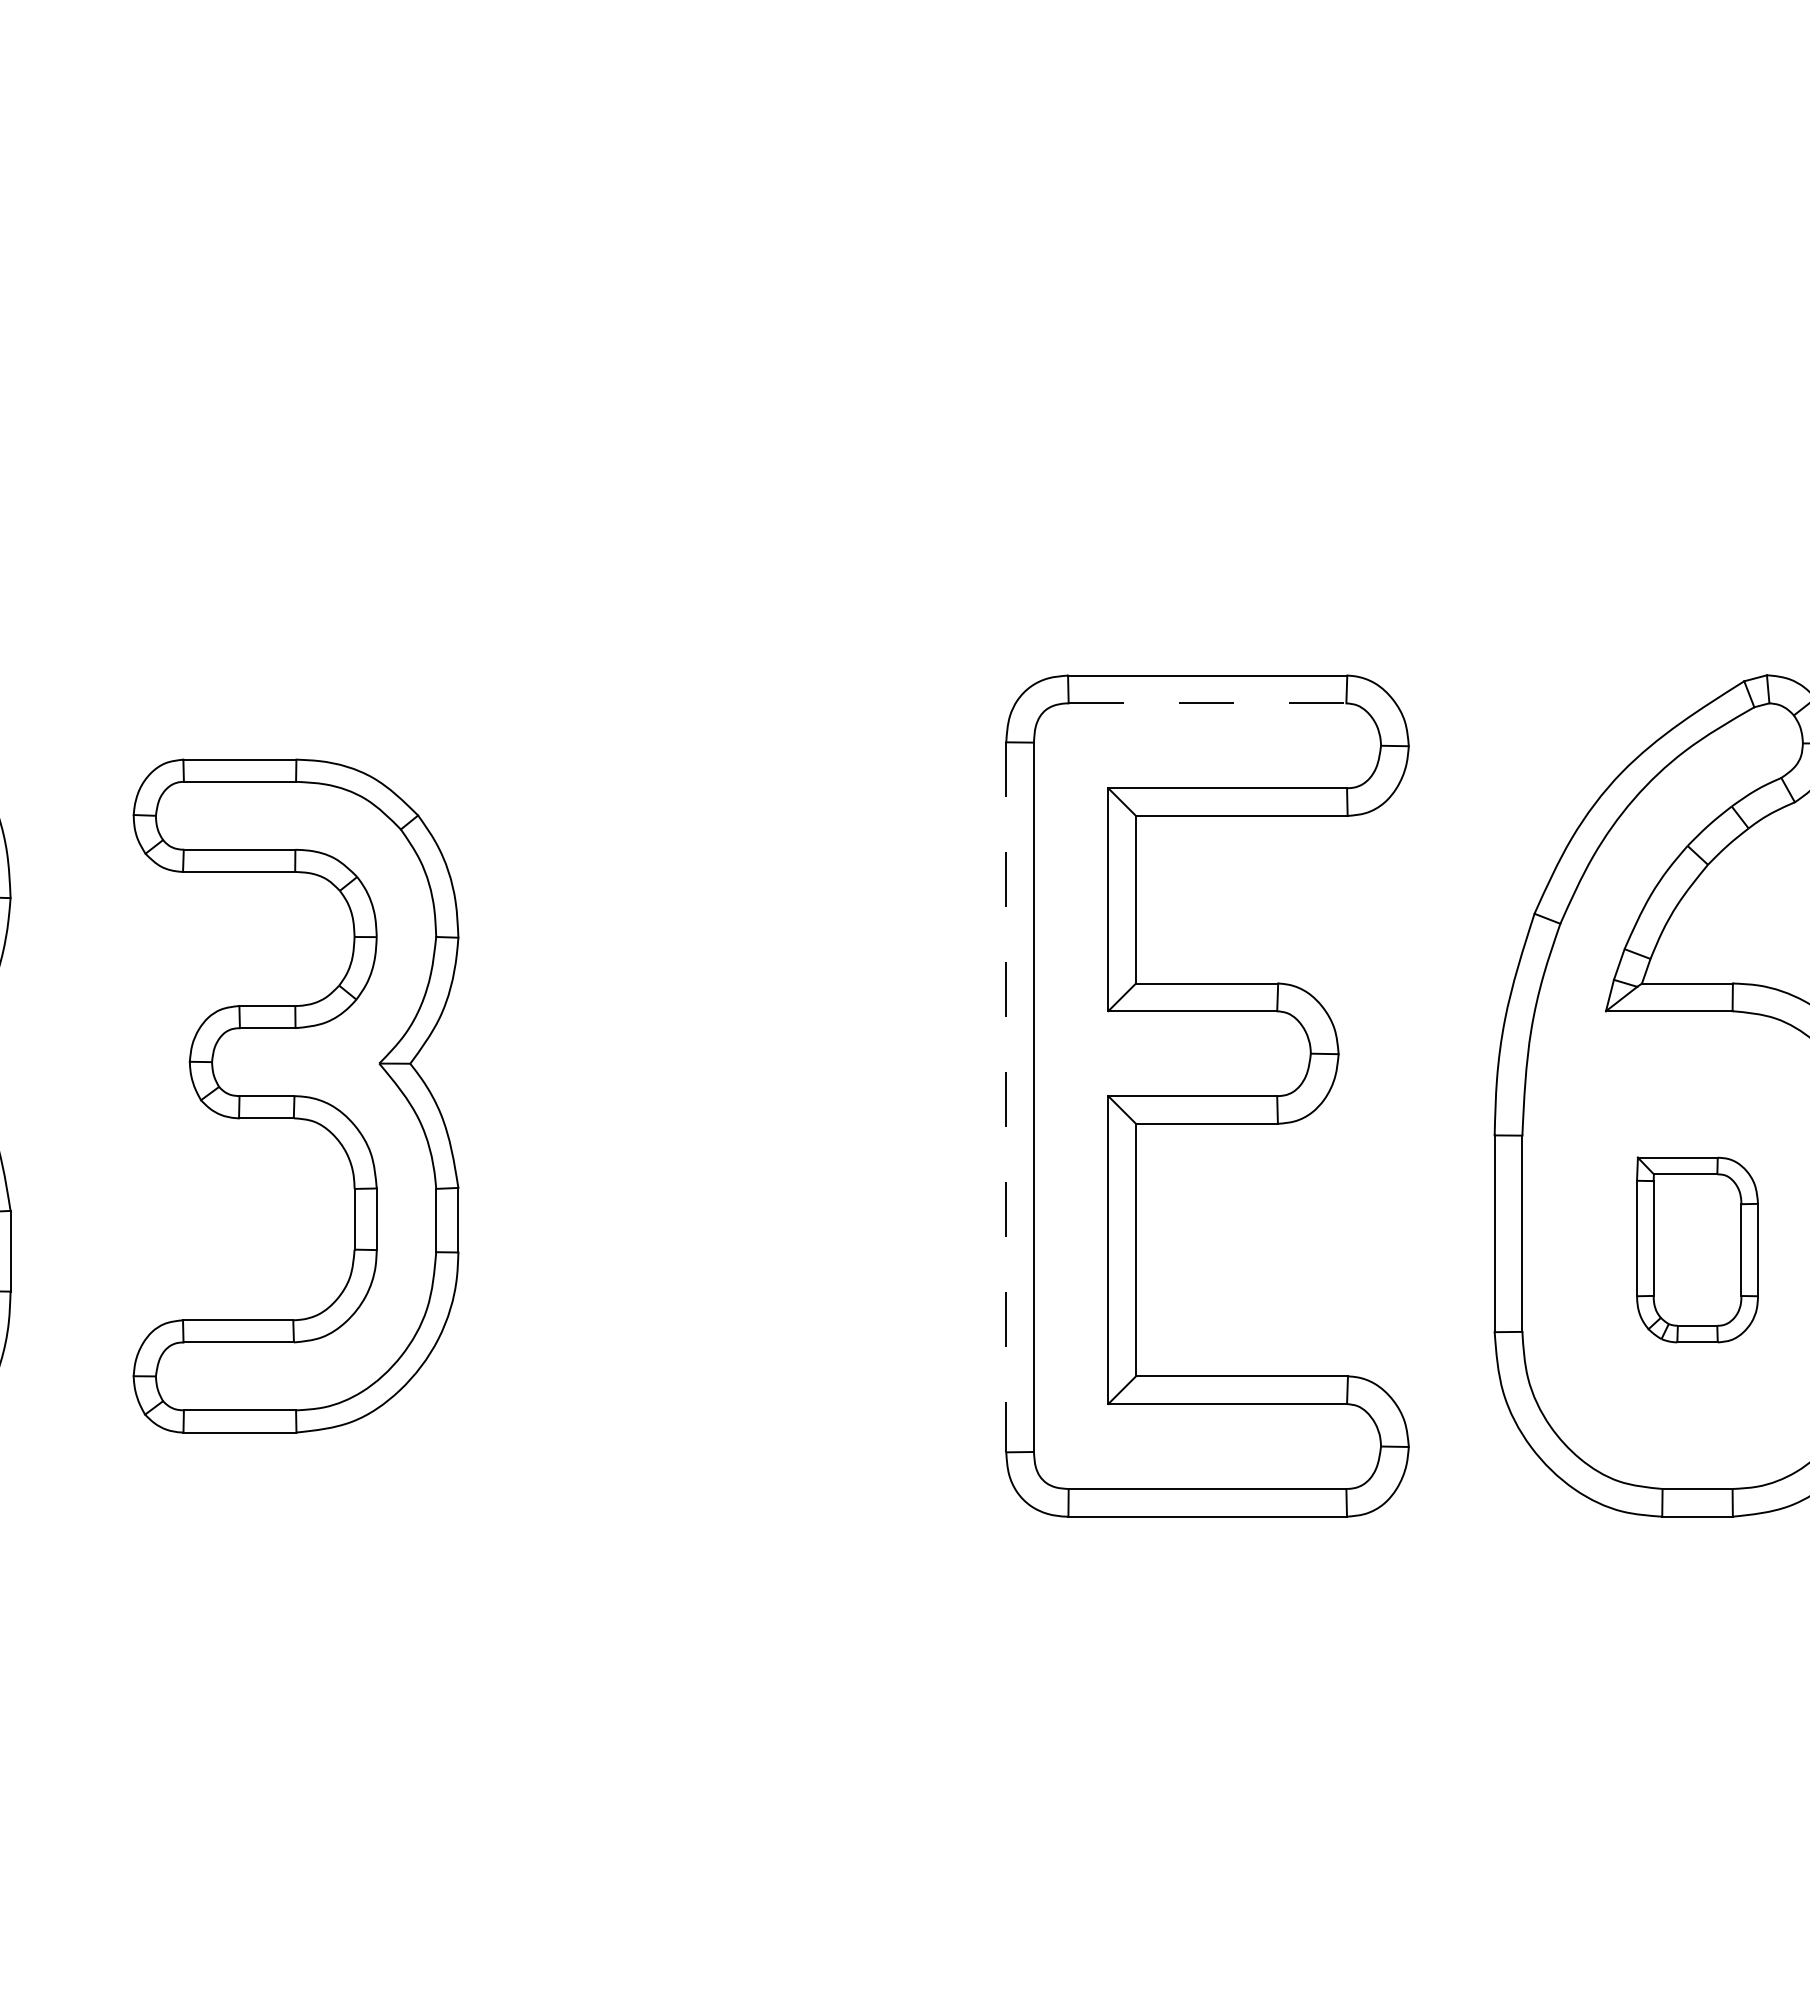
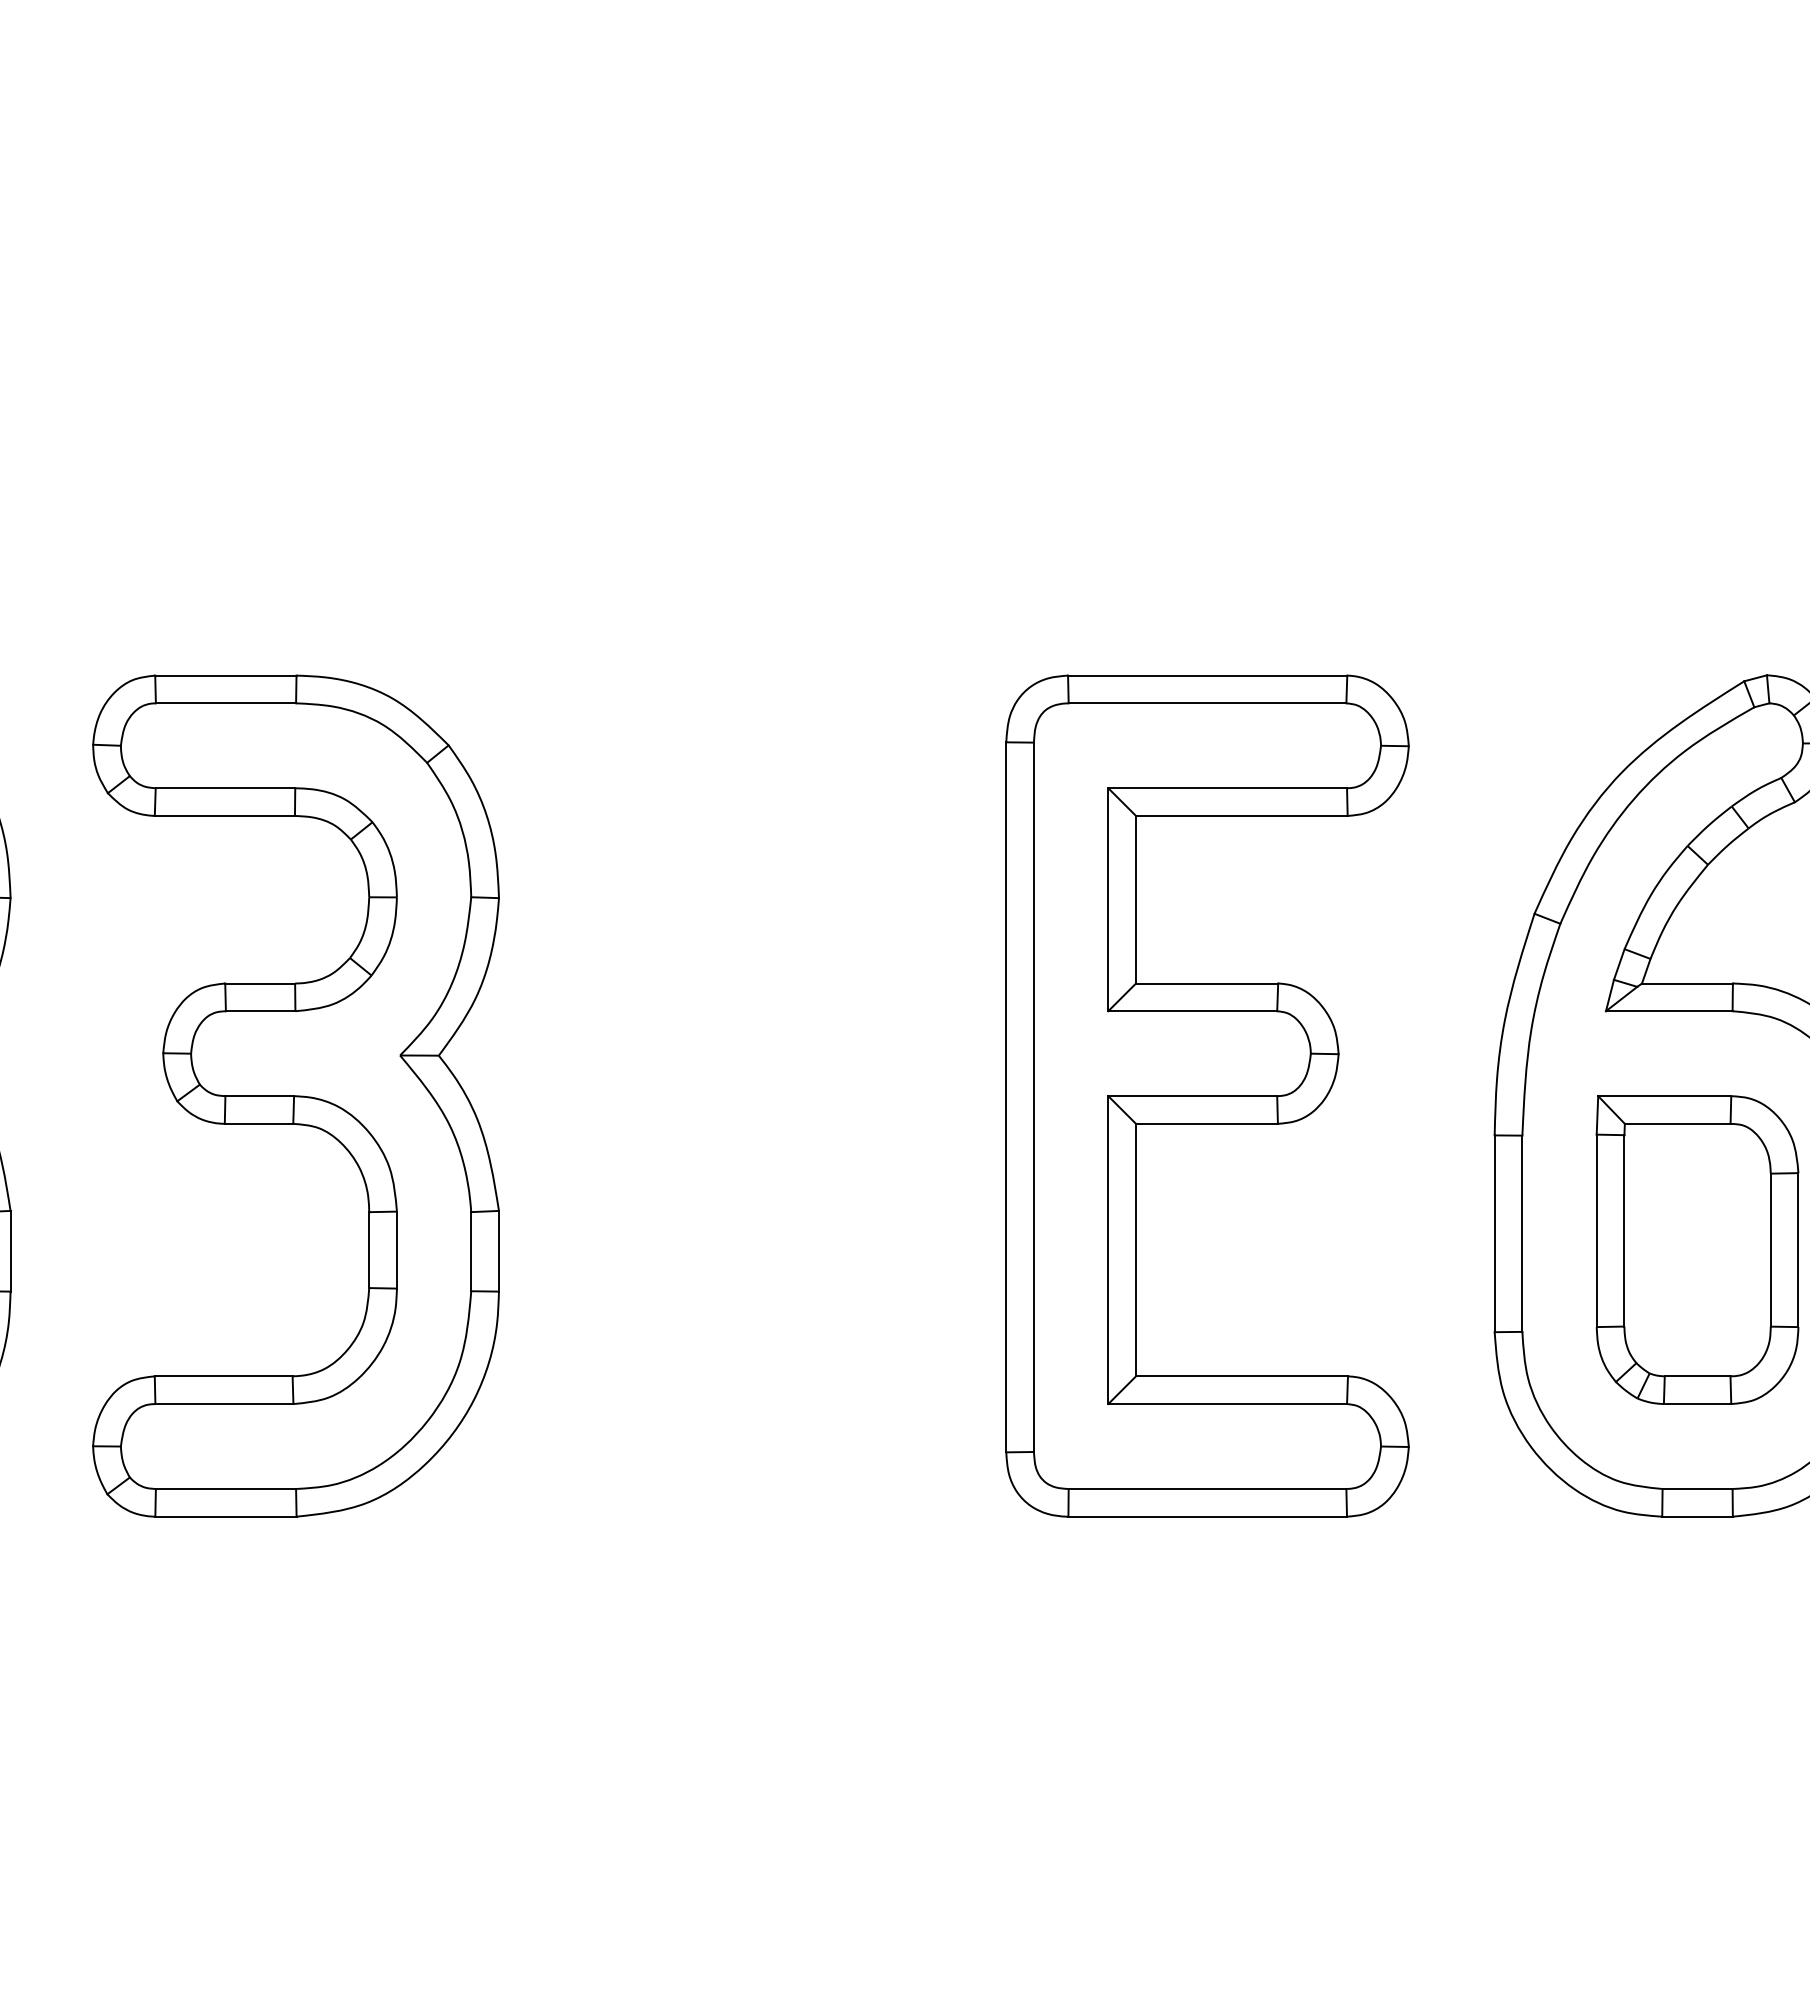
line at (1207, 703): dashed -> solid
part at (295, 1095) size: 328x676 px -> 408x844 px
line at (1006, 1097): dashed -> solid
part at (1697, 1249) size: 123x188 px -> 205x310 px
